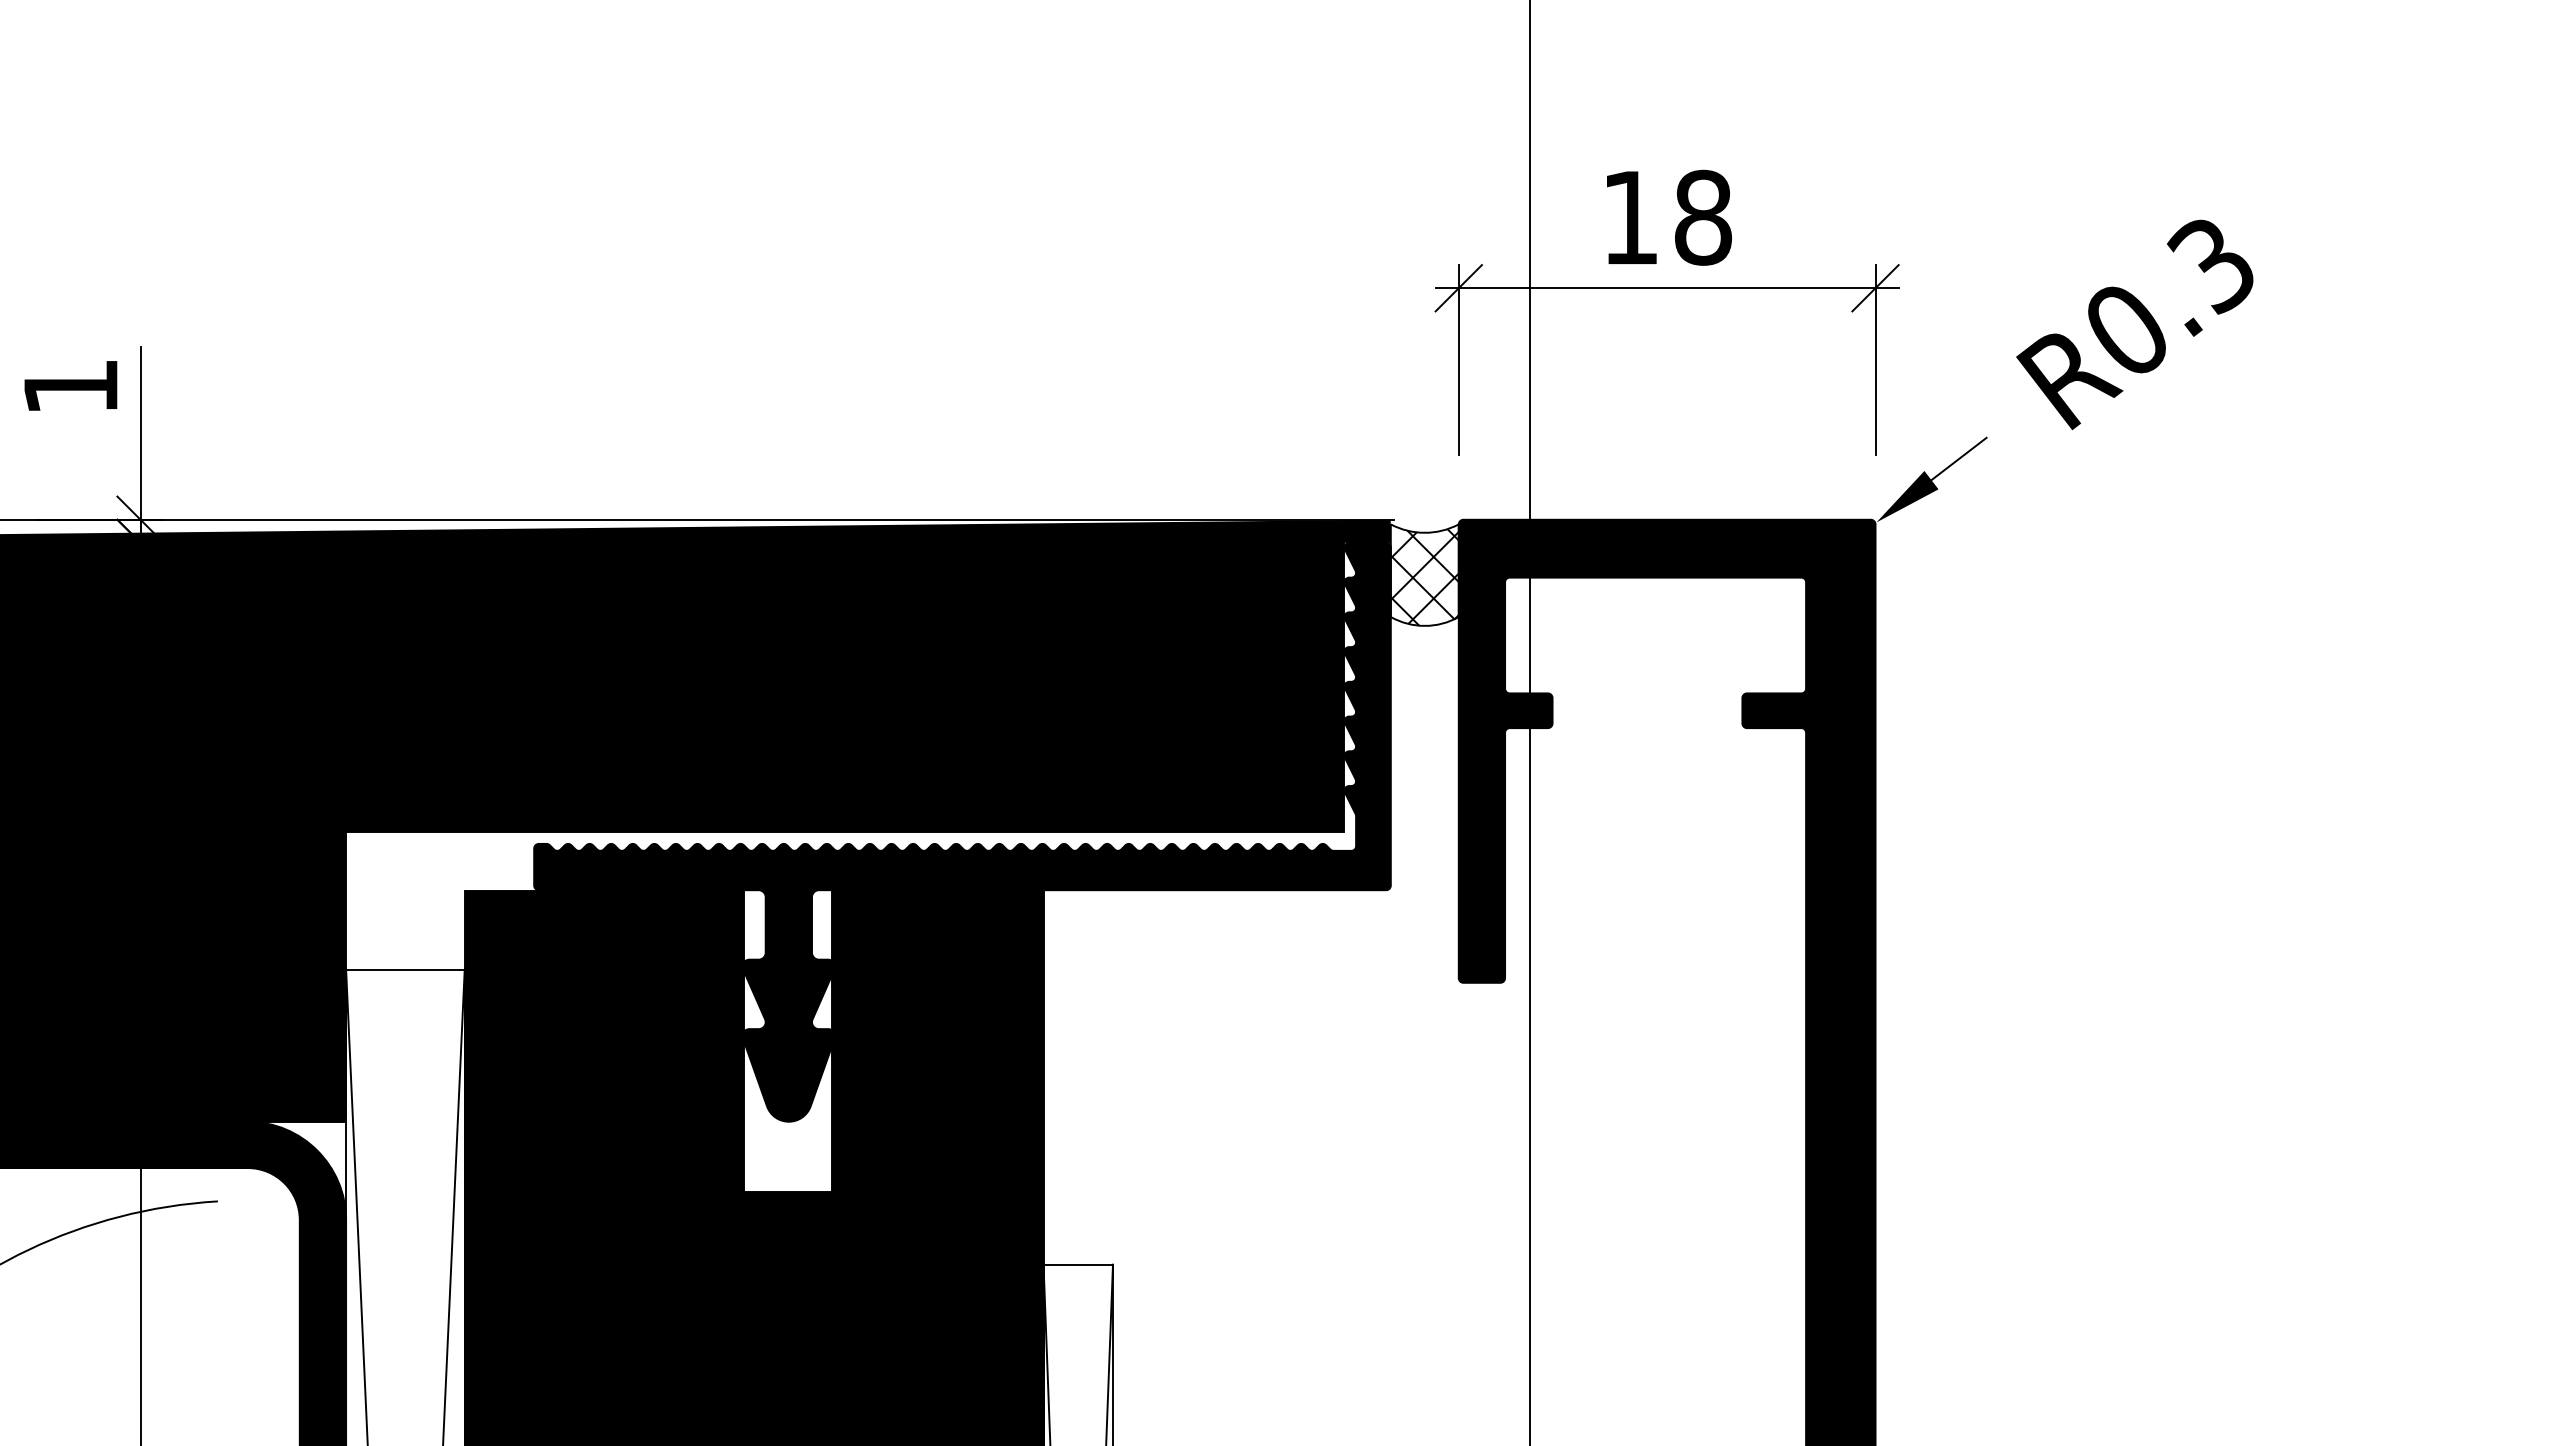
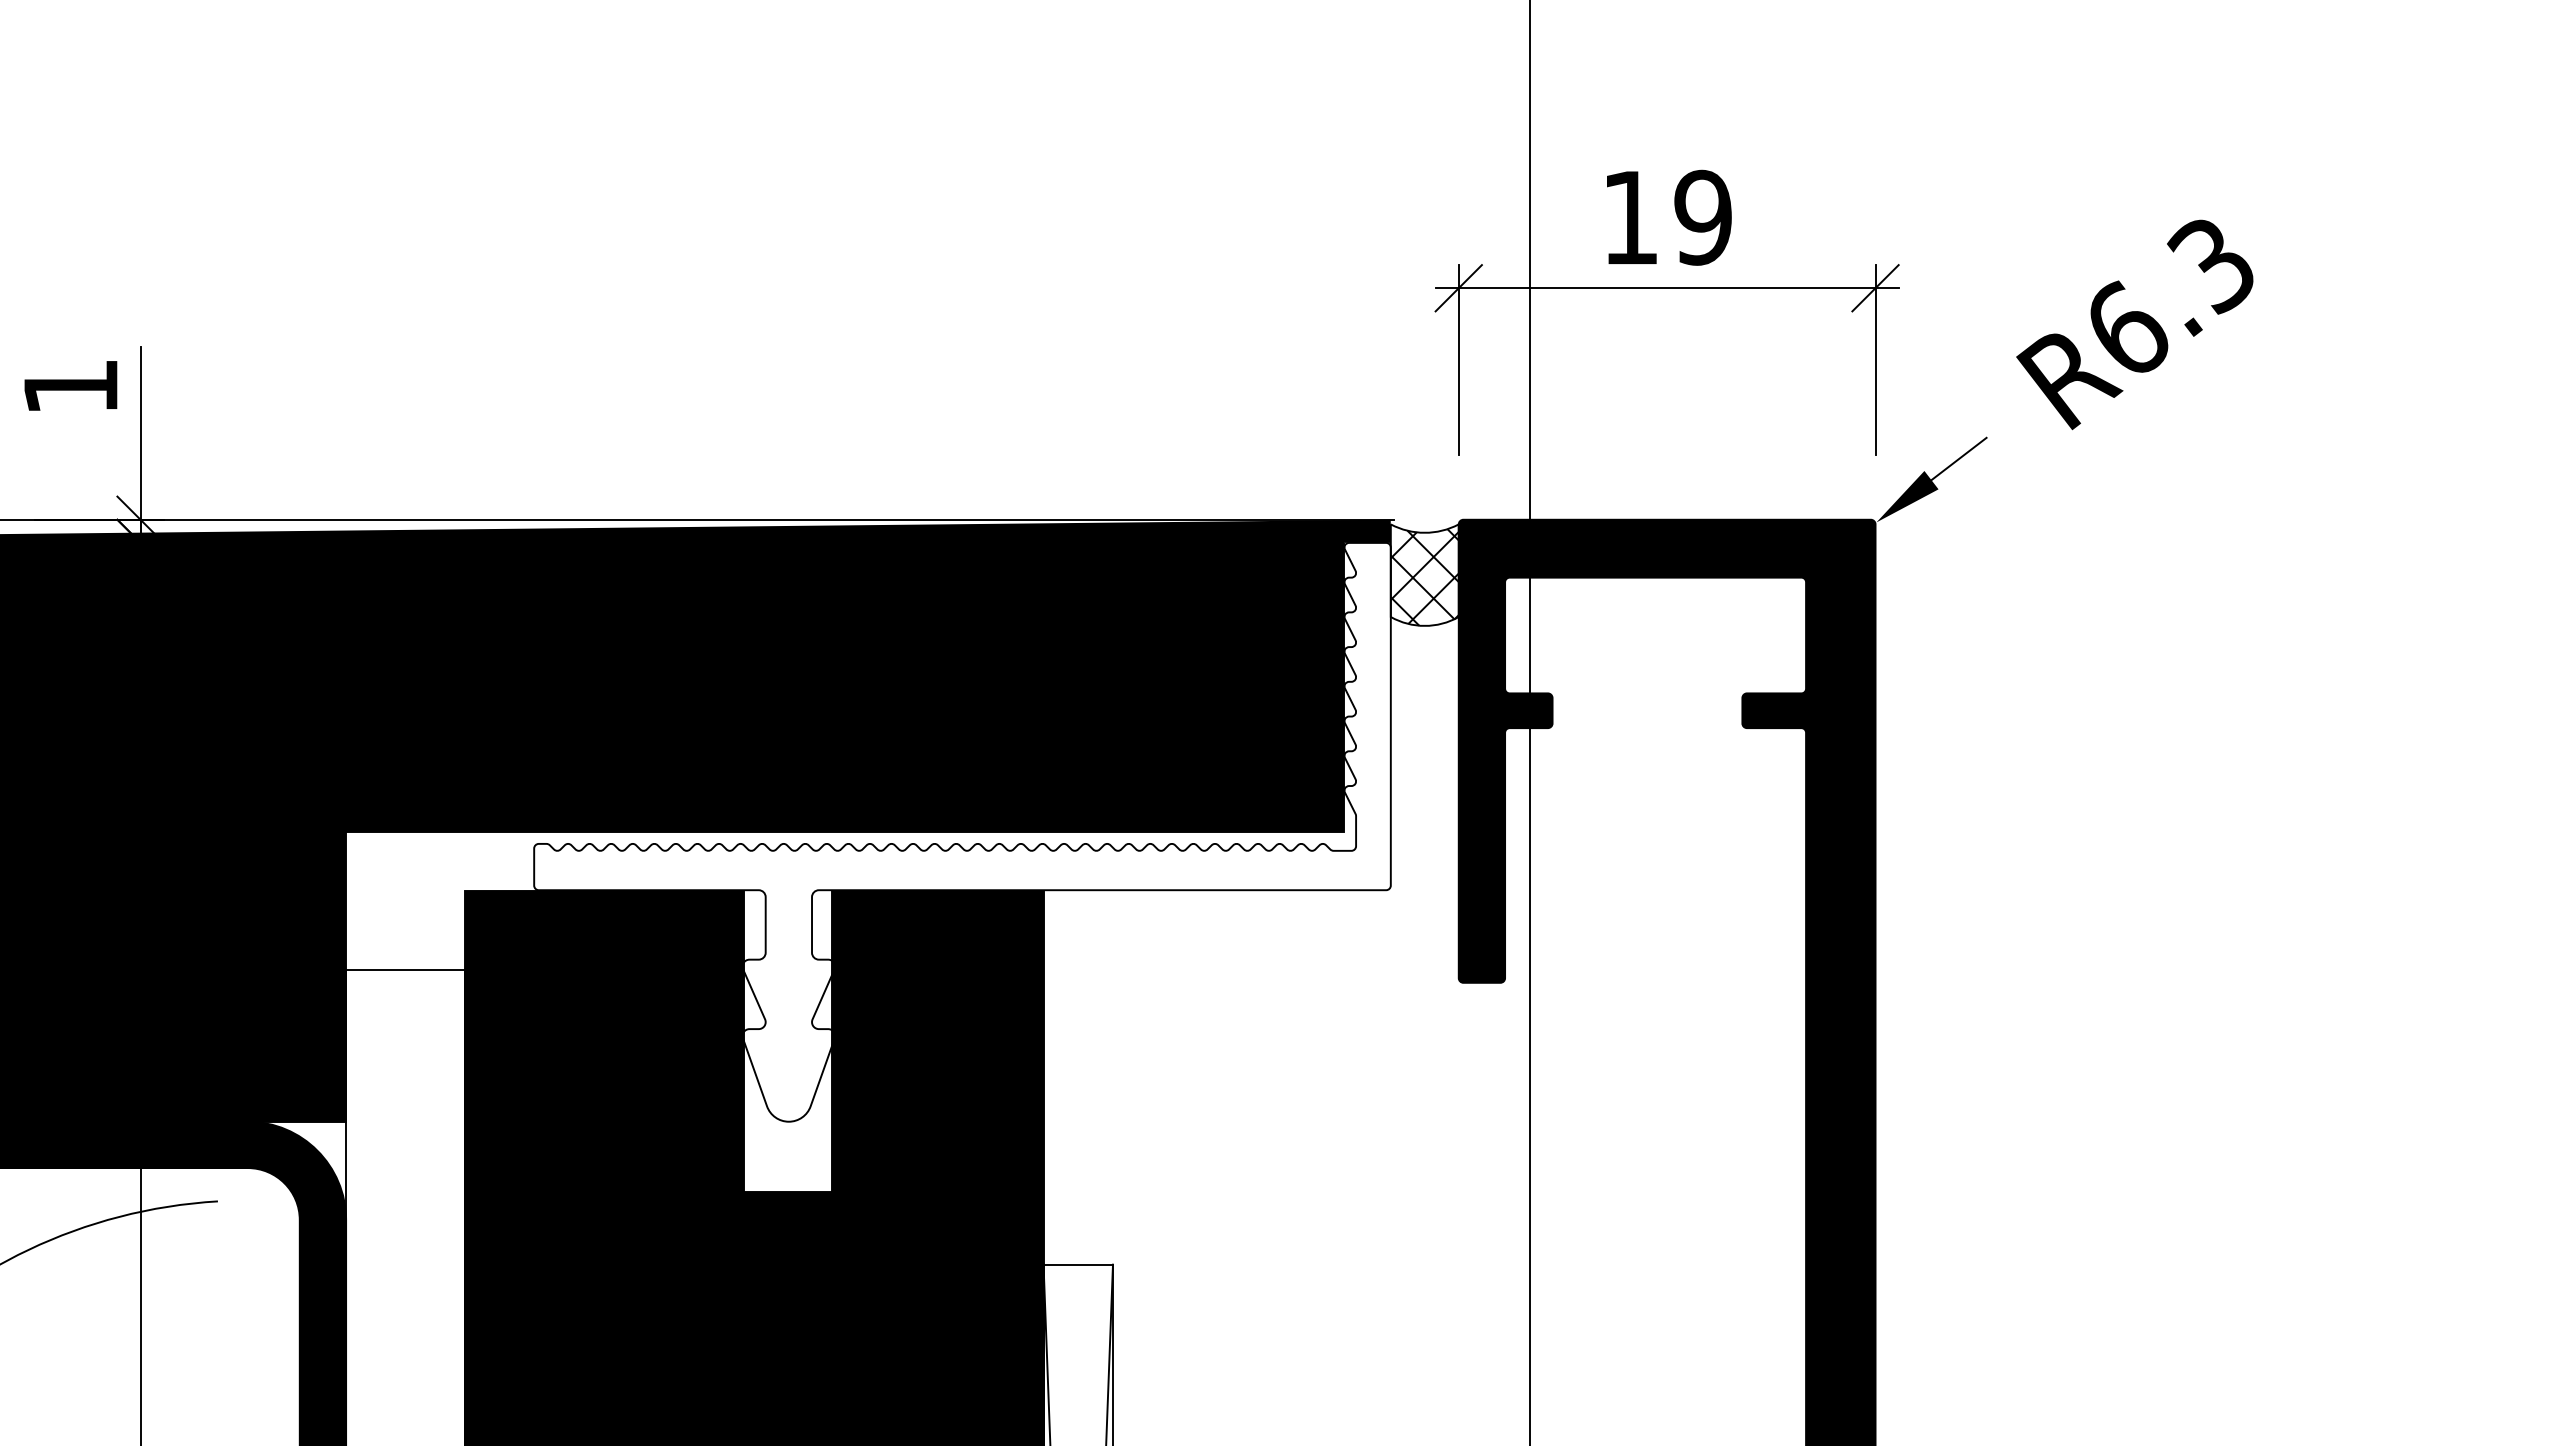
text at (1702, 217): 18 -> 19
text at (2128, 326): R0.3 -> R6.3
fill at (962, 831): present -> none
line at (356, 1205): present -> none
line at (453, 1205): present -> none
